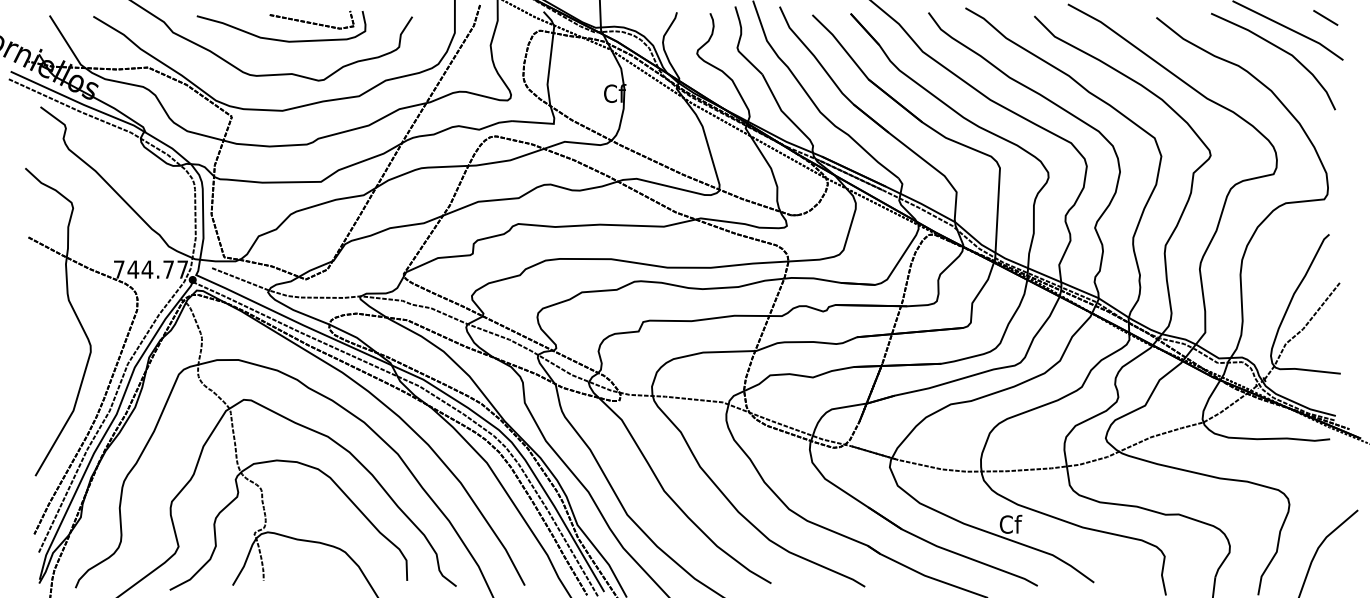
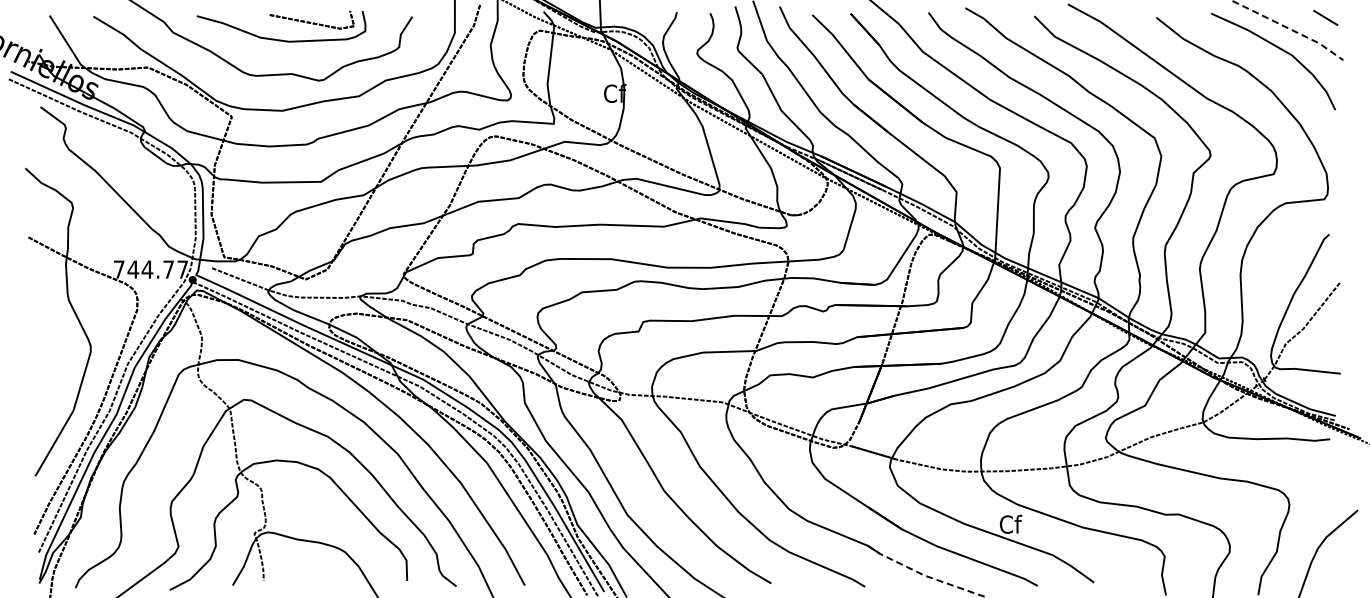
line at (1289, 29): solid -> dashed
line at (925, 575): solid -> dashed
